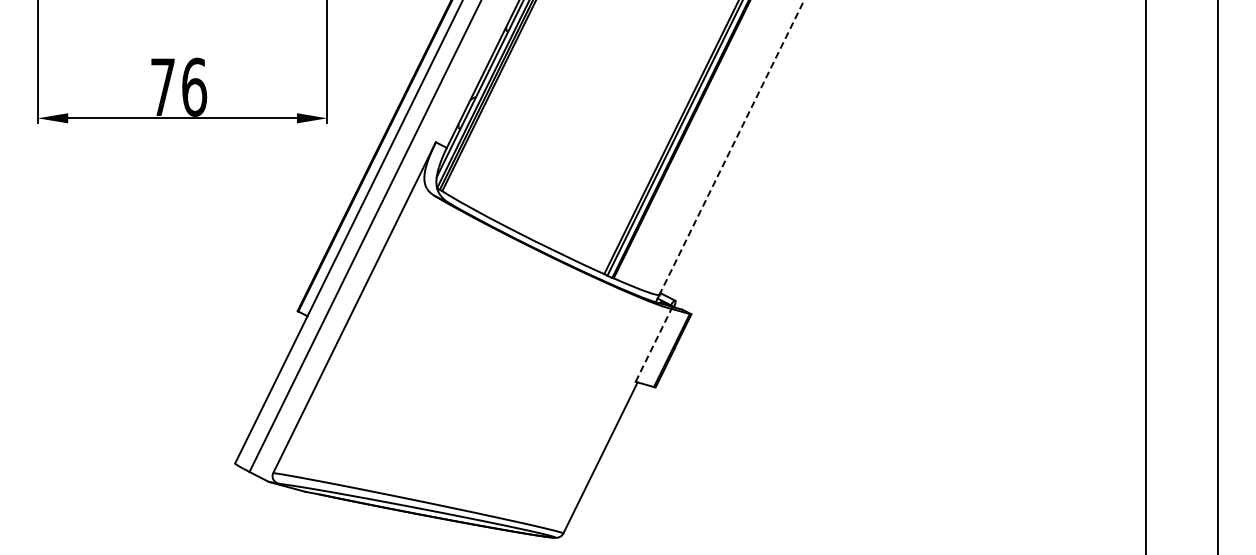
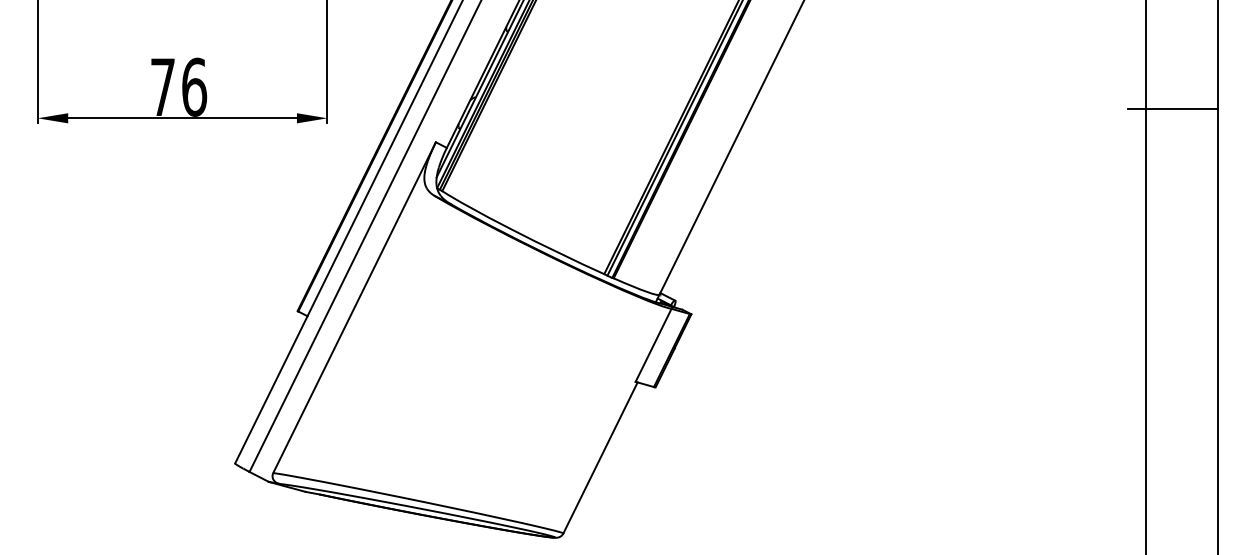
line at (1172, 109): none -> present
line at (731, 147): dashed -> solid
line at (653, 345): dashed -> solid
